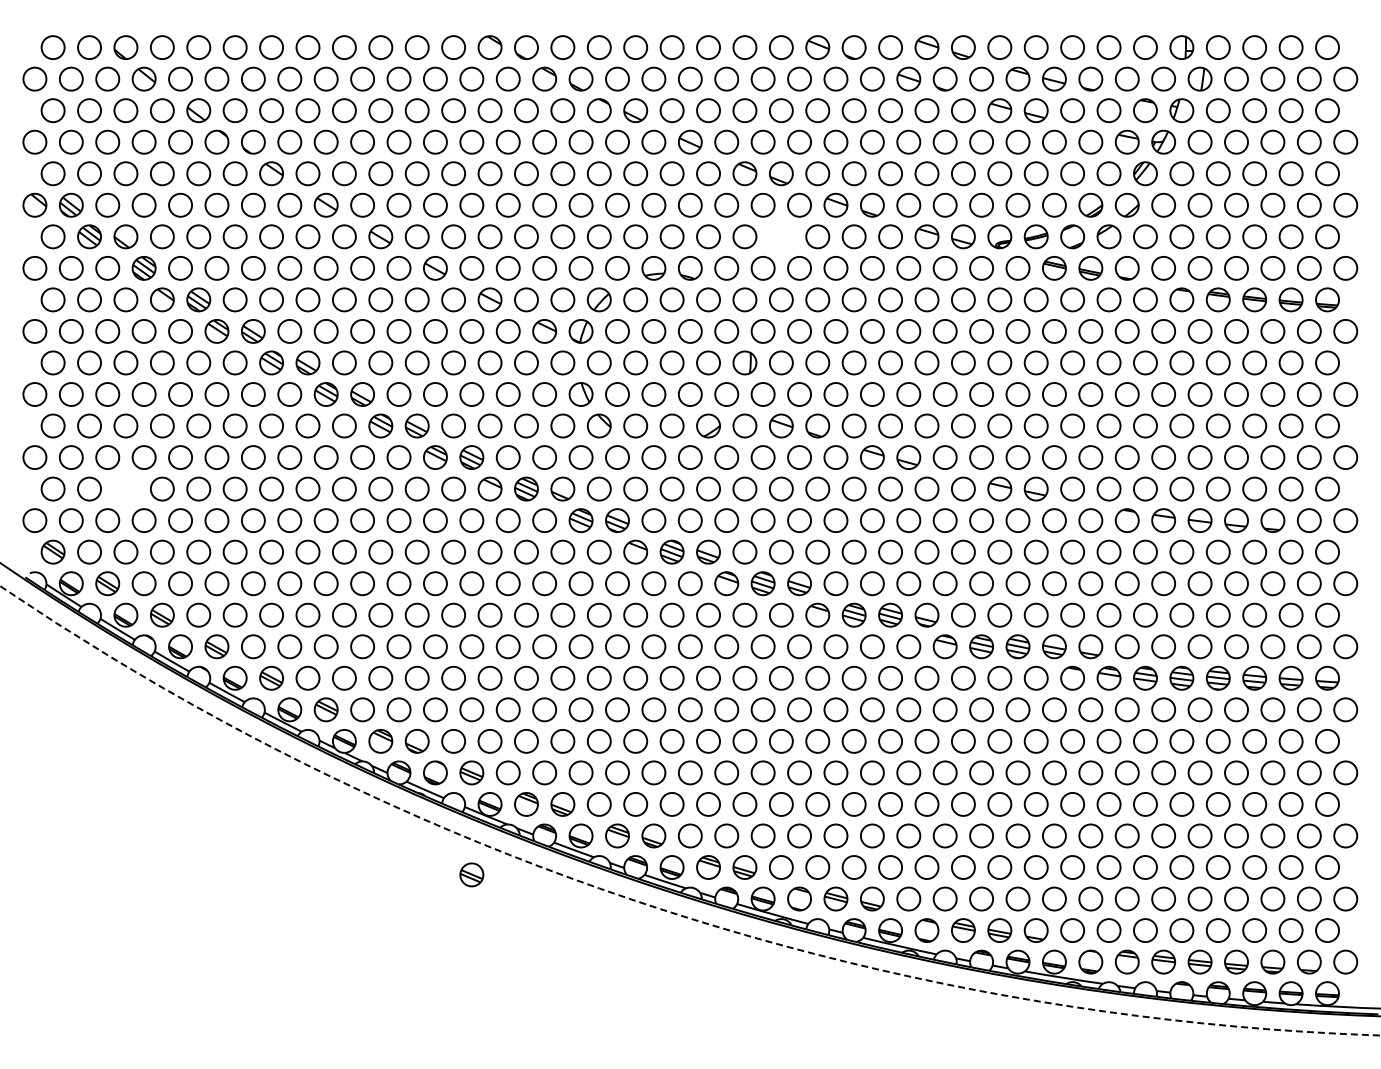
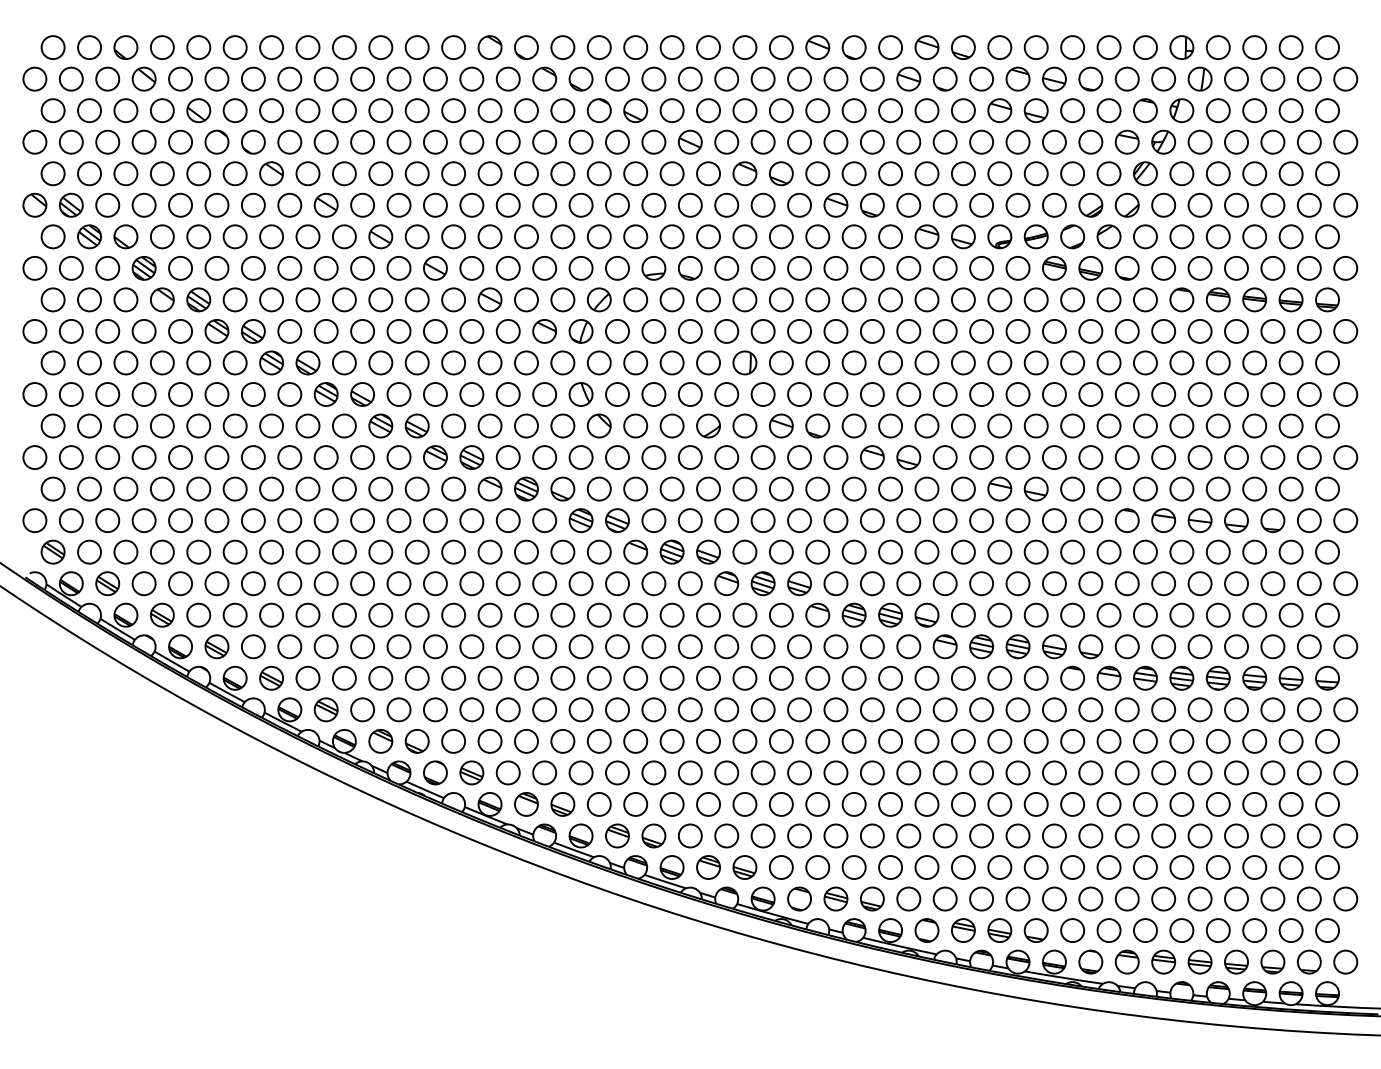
circle at (781, 236): none -> present
circle at (125, 488): none -> present
circle at (690, 810): dashed -> solid
part at (471, 874): present -> none
